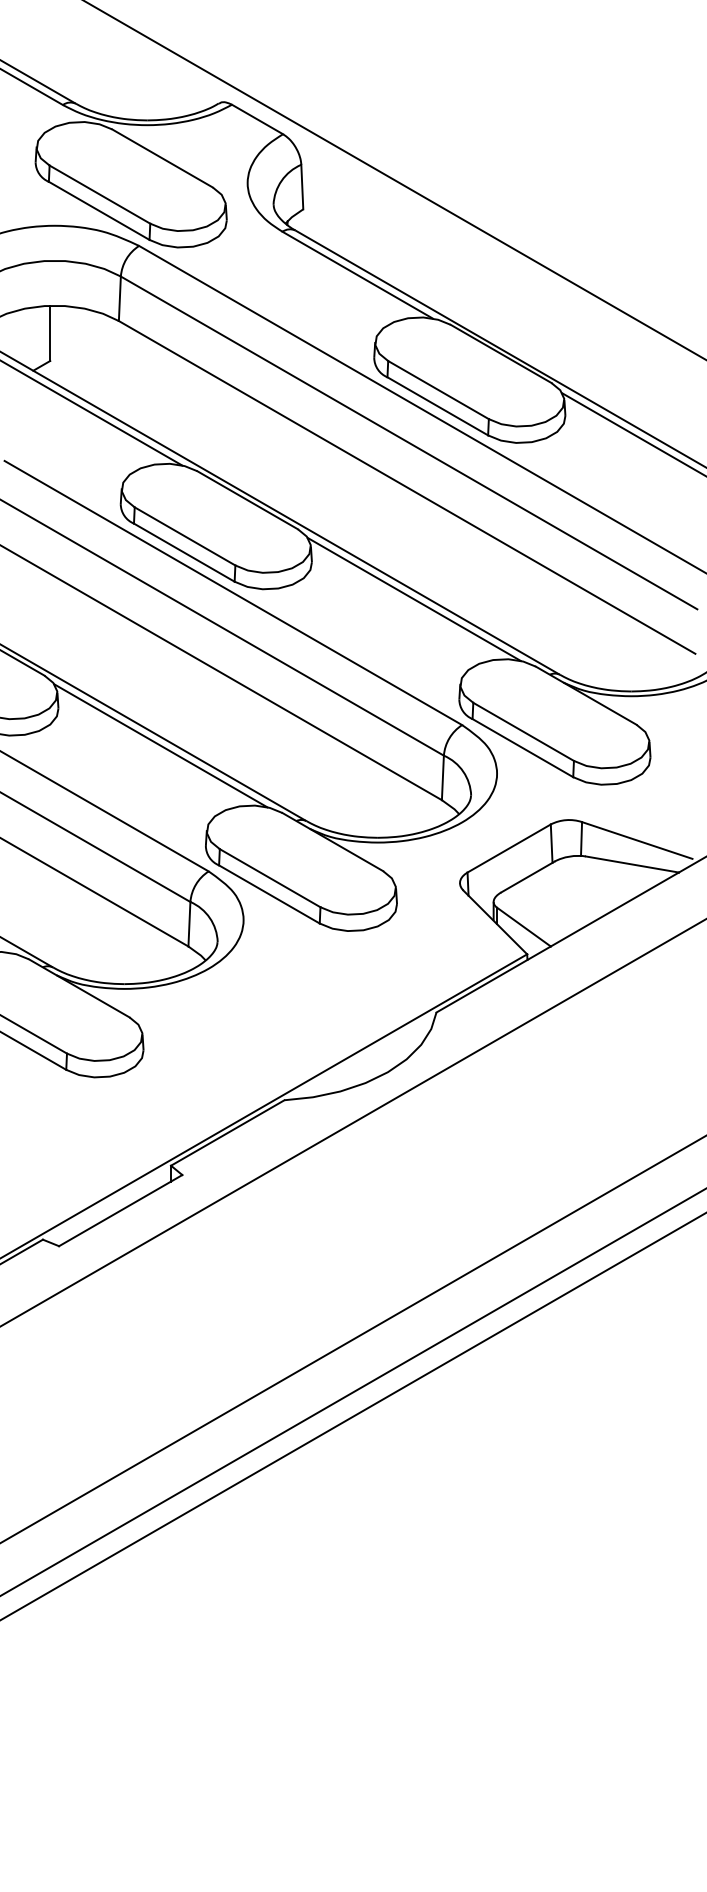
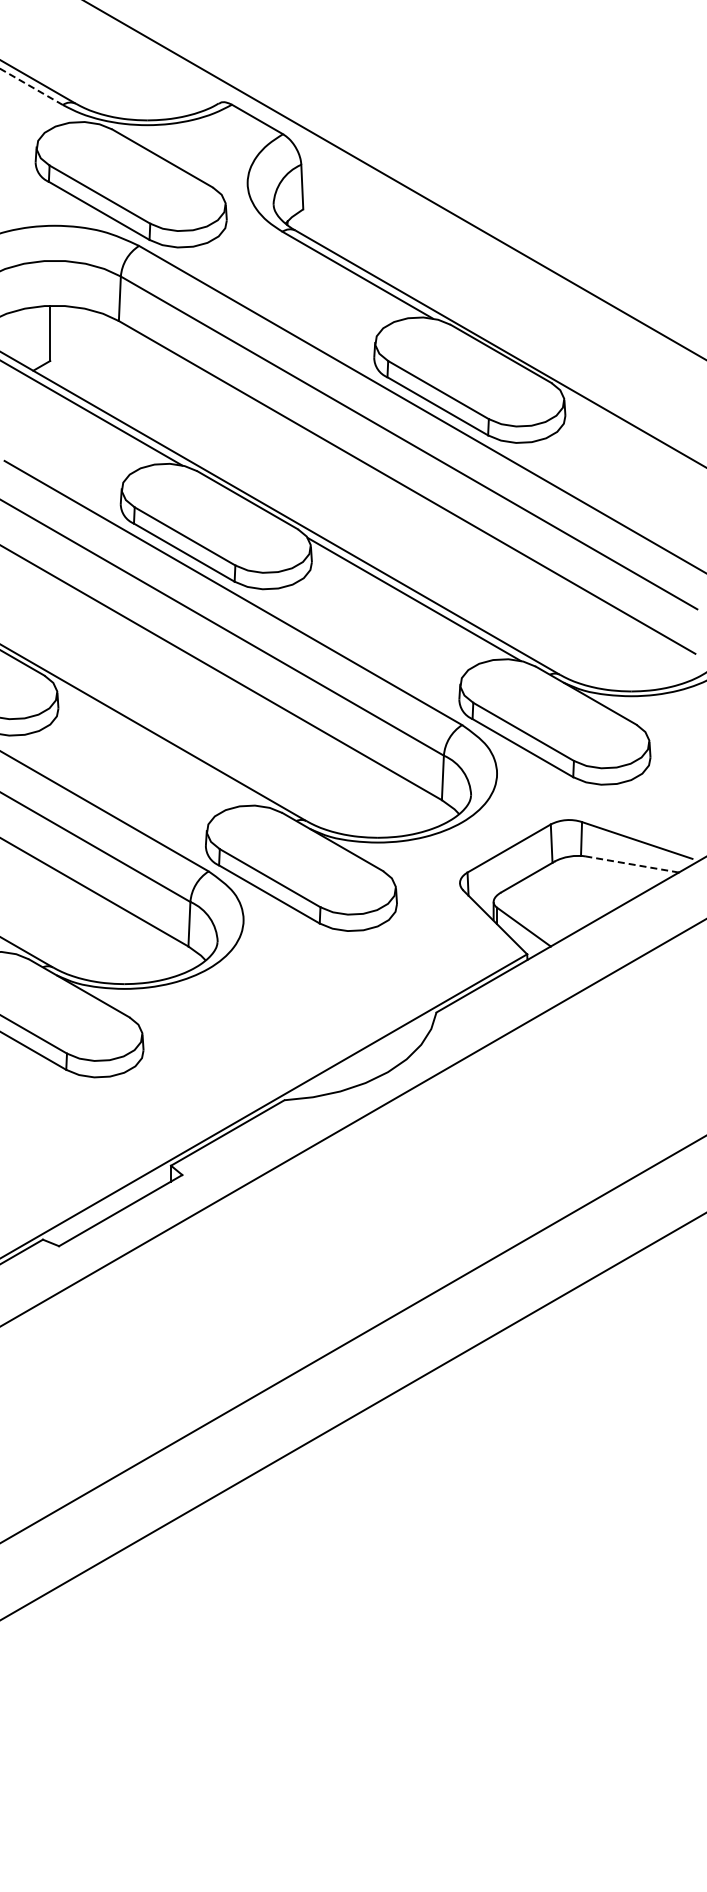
line at (31, 87): solid -> dashed
line at (632, 433): present -> none
line at (160, 745): present -> none
line at (631, 864): solid -> dashed
line at (352, 1392): present -> none
